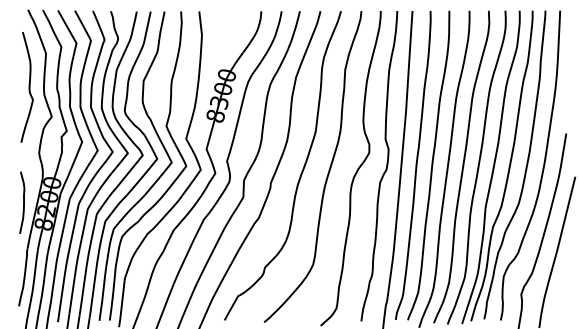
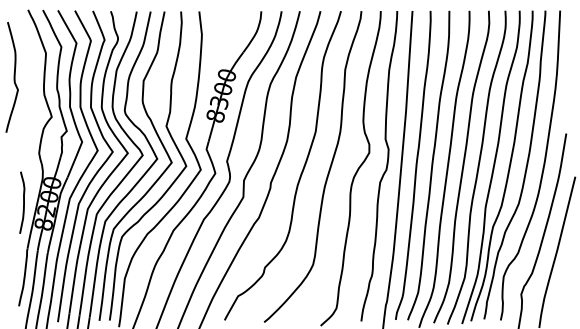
curve at (28, 87) position: (28, 87) -> (13, 77)
